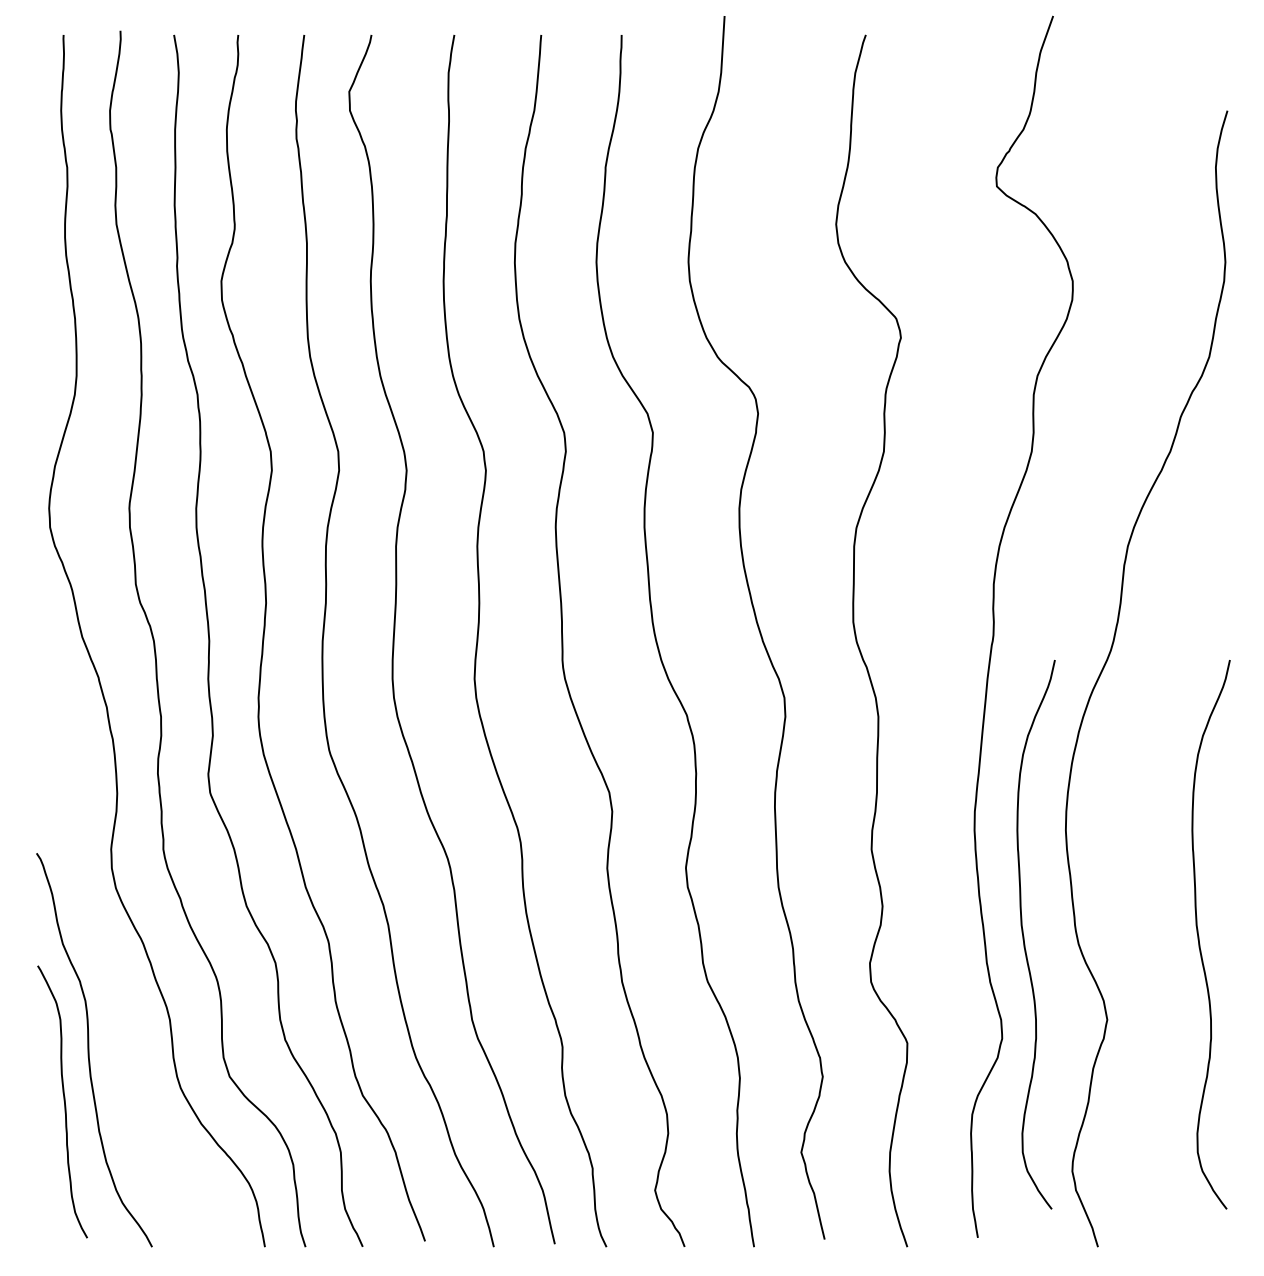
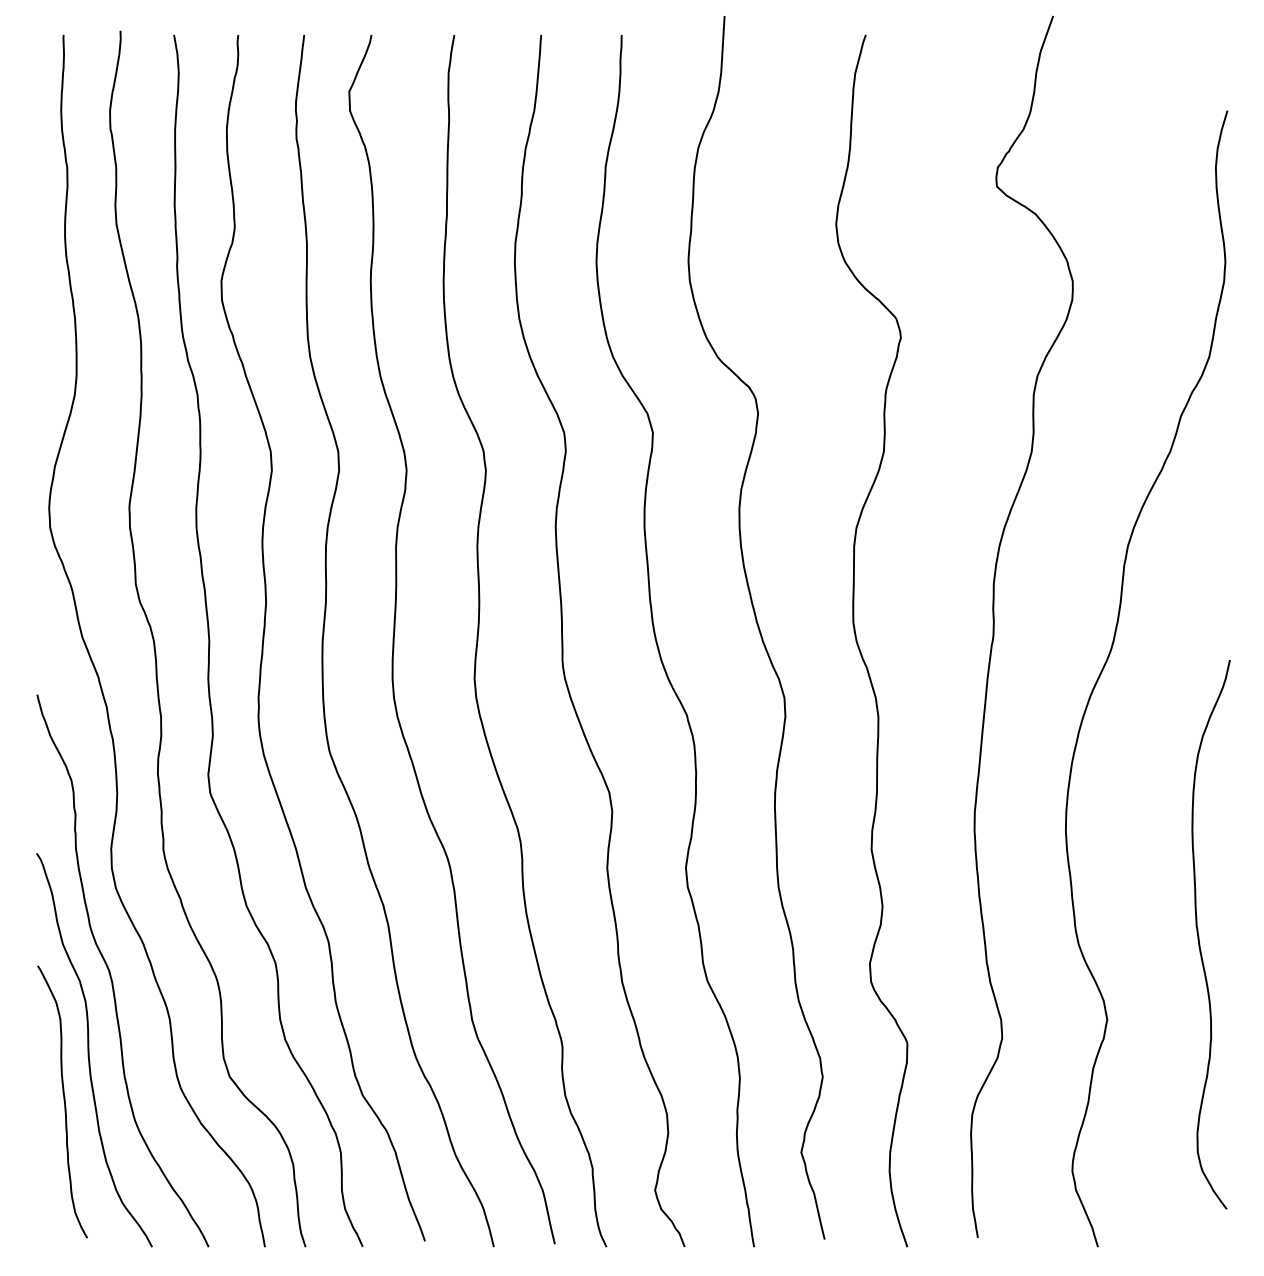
curve at (1024, 936): present -> none
curve at (111, 974): none -> present
